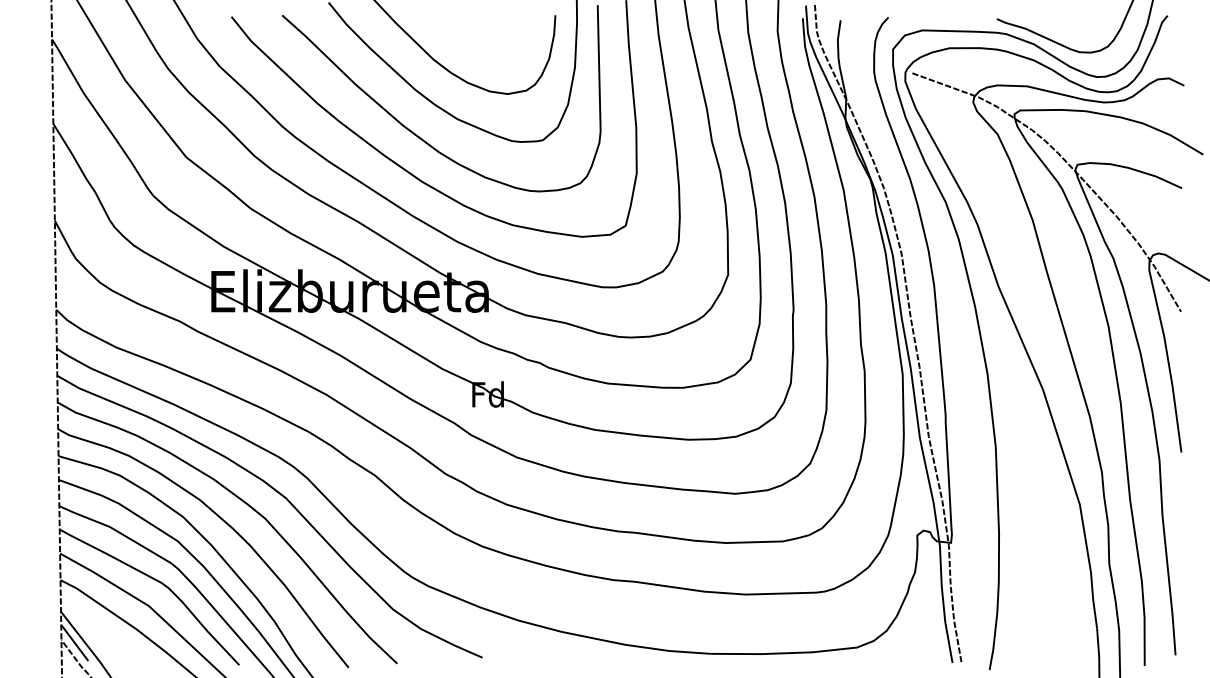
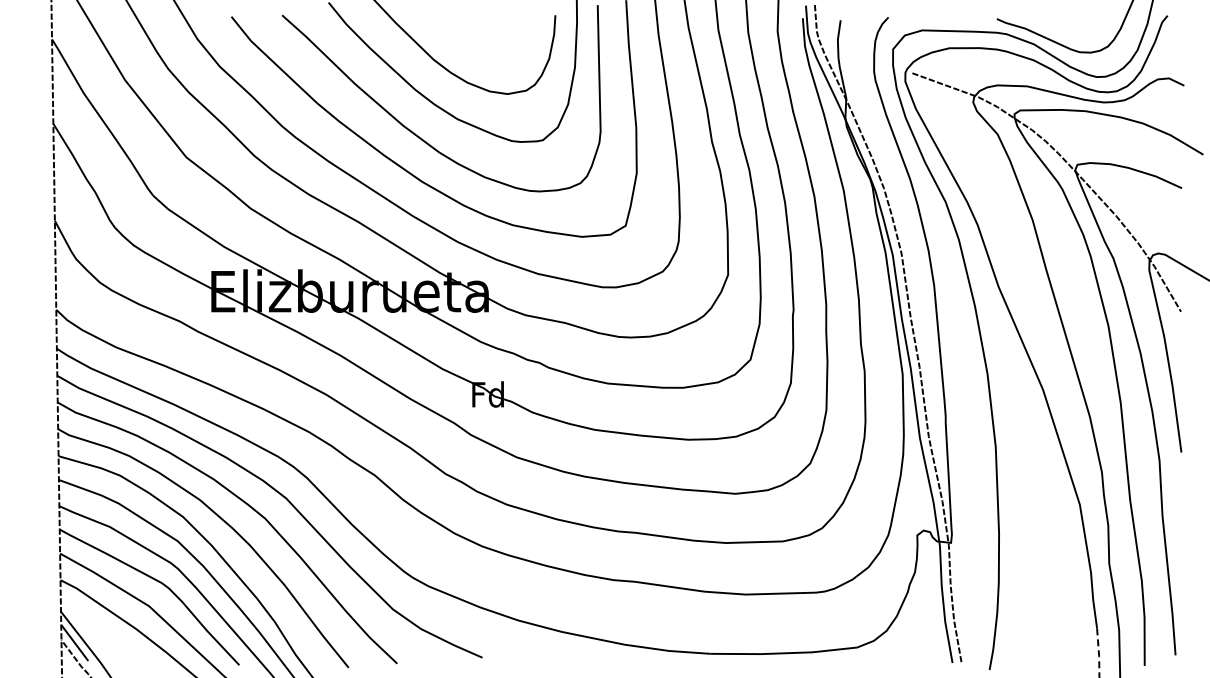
line at (1098, 653): solid -> dashed
